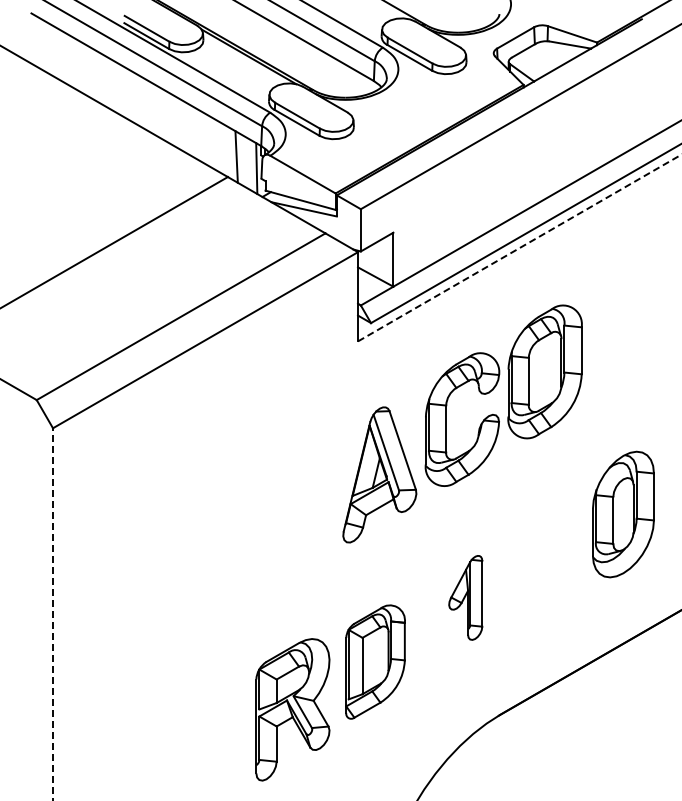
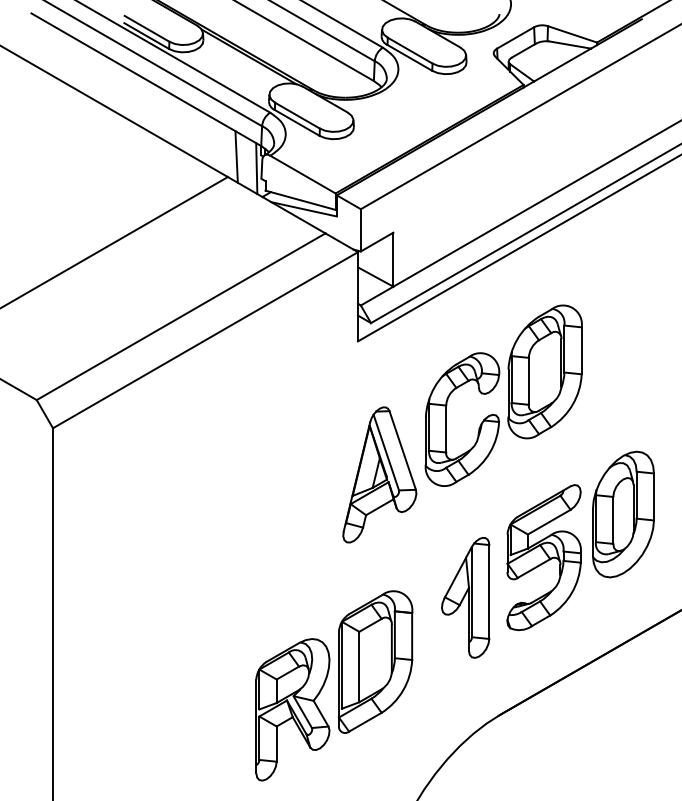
line at (519, 247): dashed -> solid
part at (543, 557): none -> present
part at (465, 597) size: 36x86 px -> 50x122 px
line at (53, 614): dashed -> solid
part at (375, 661) size: 61x116 px -> 77x144 px
